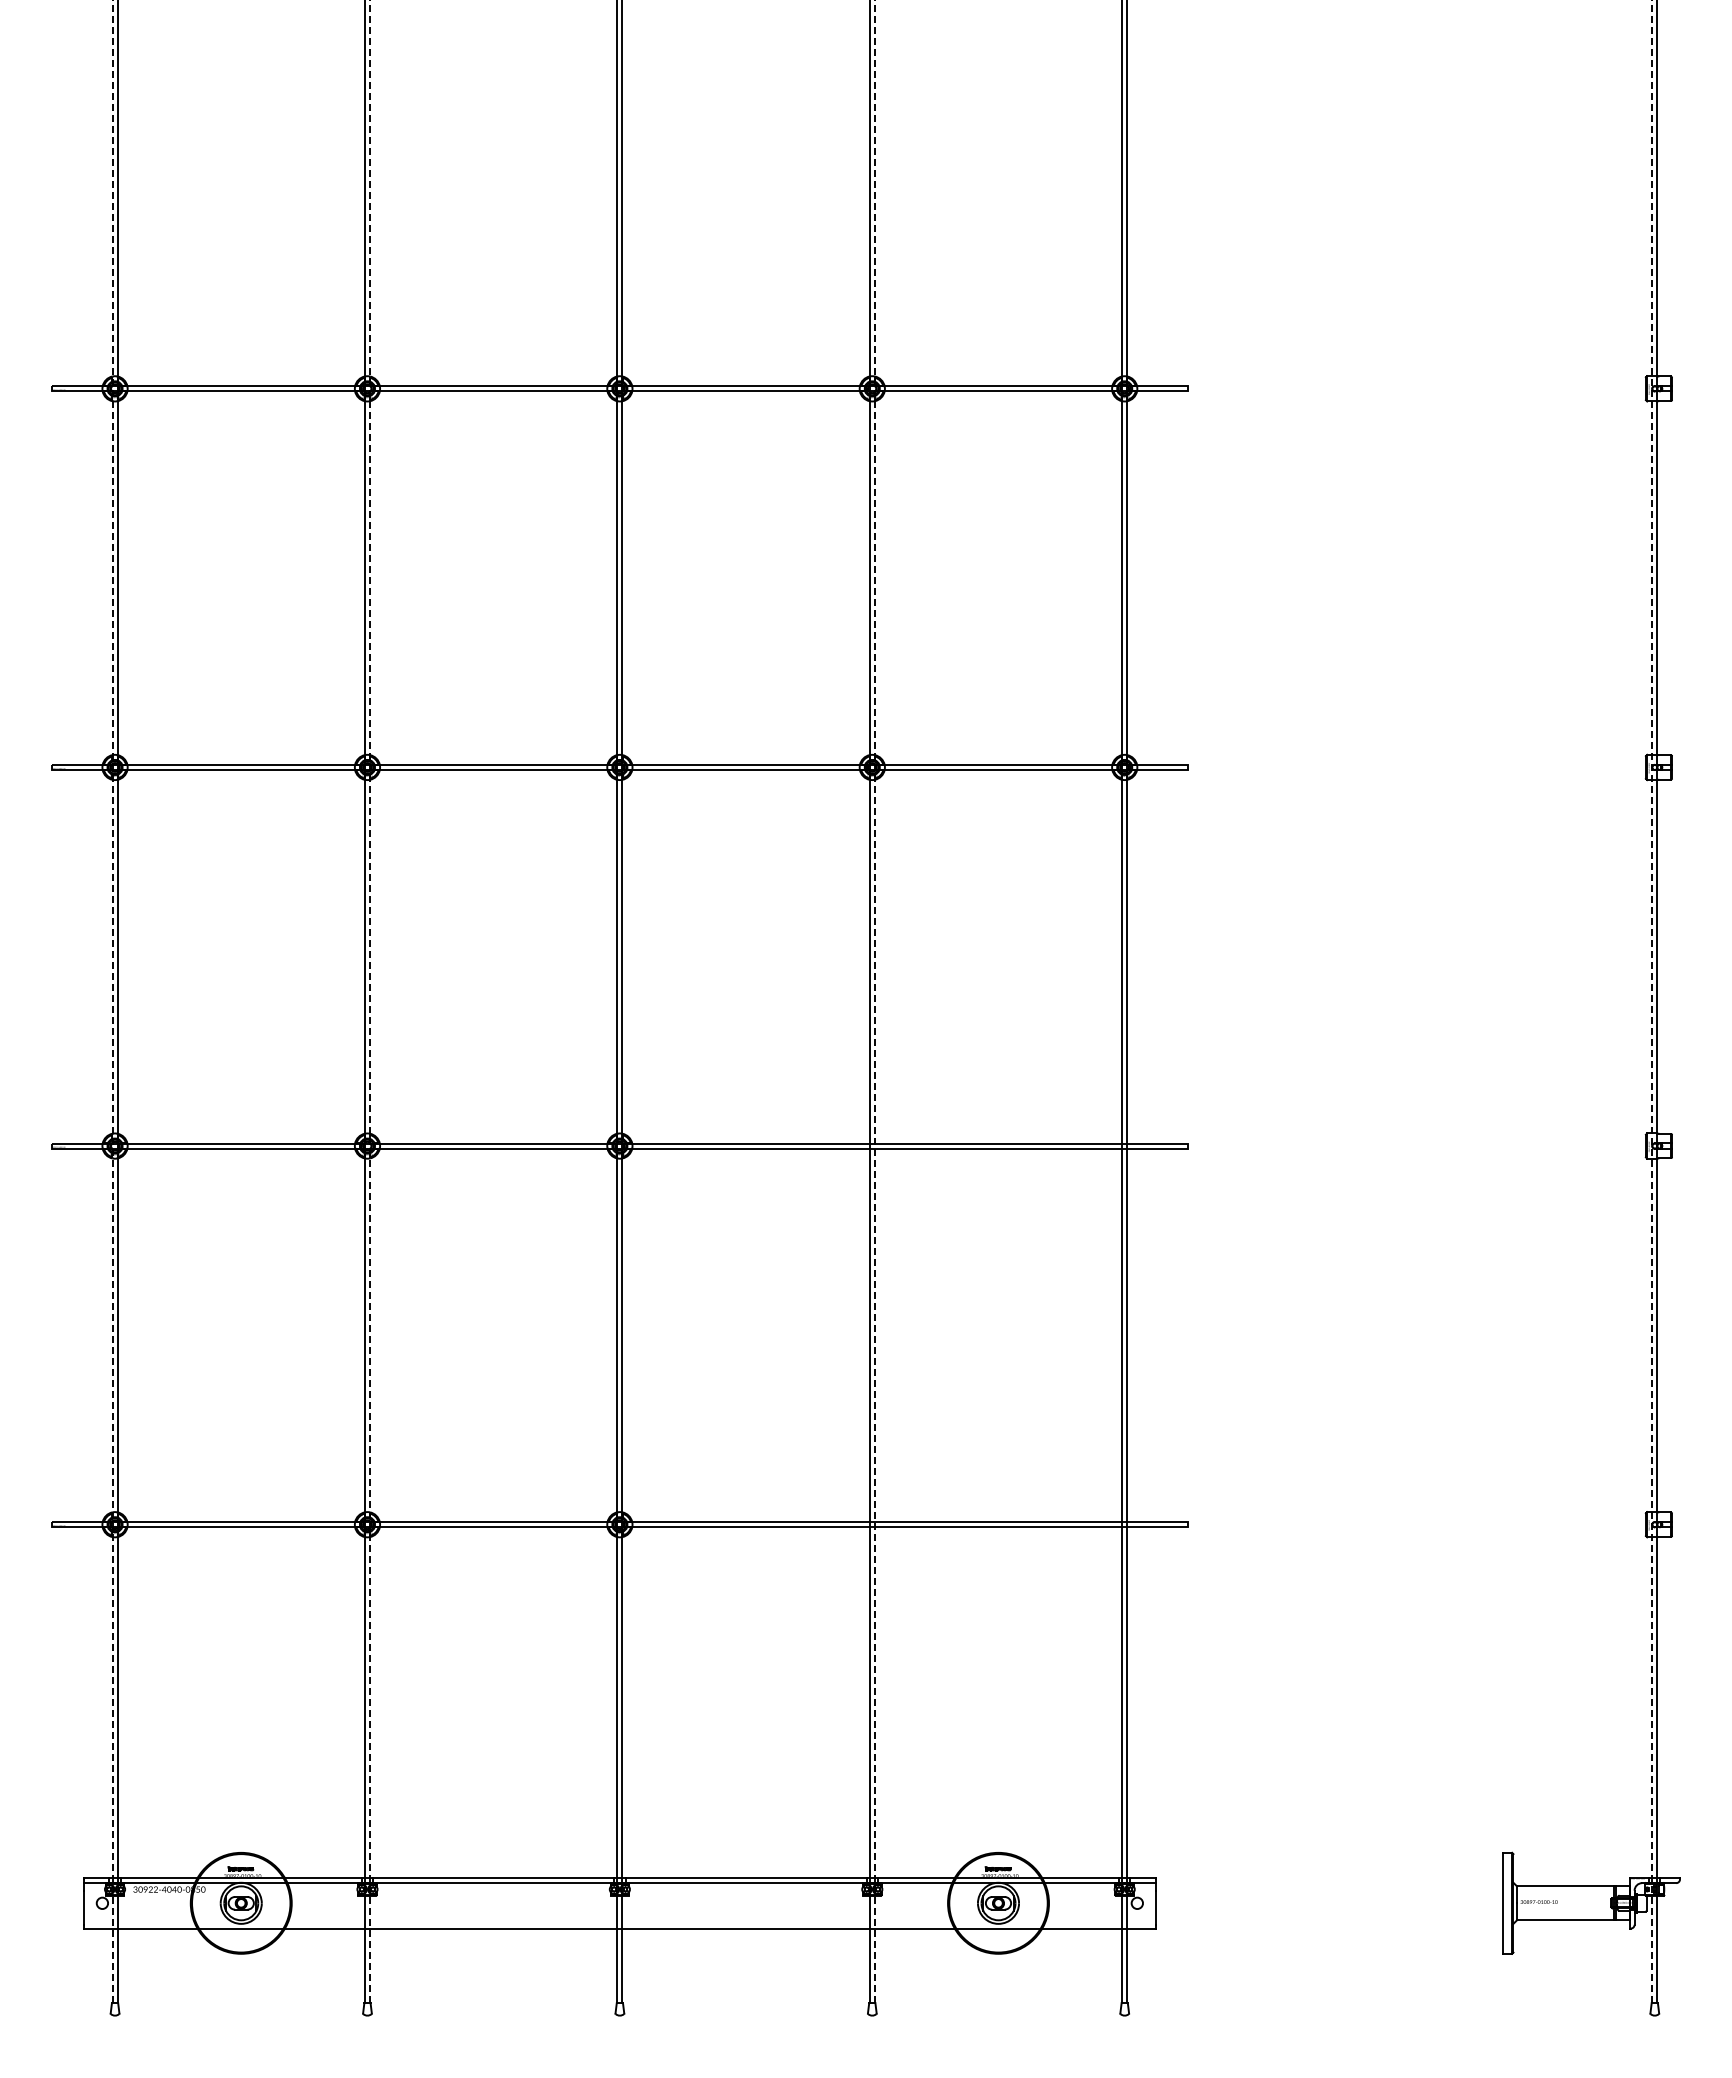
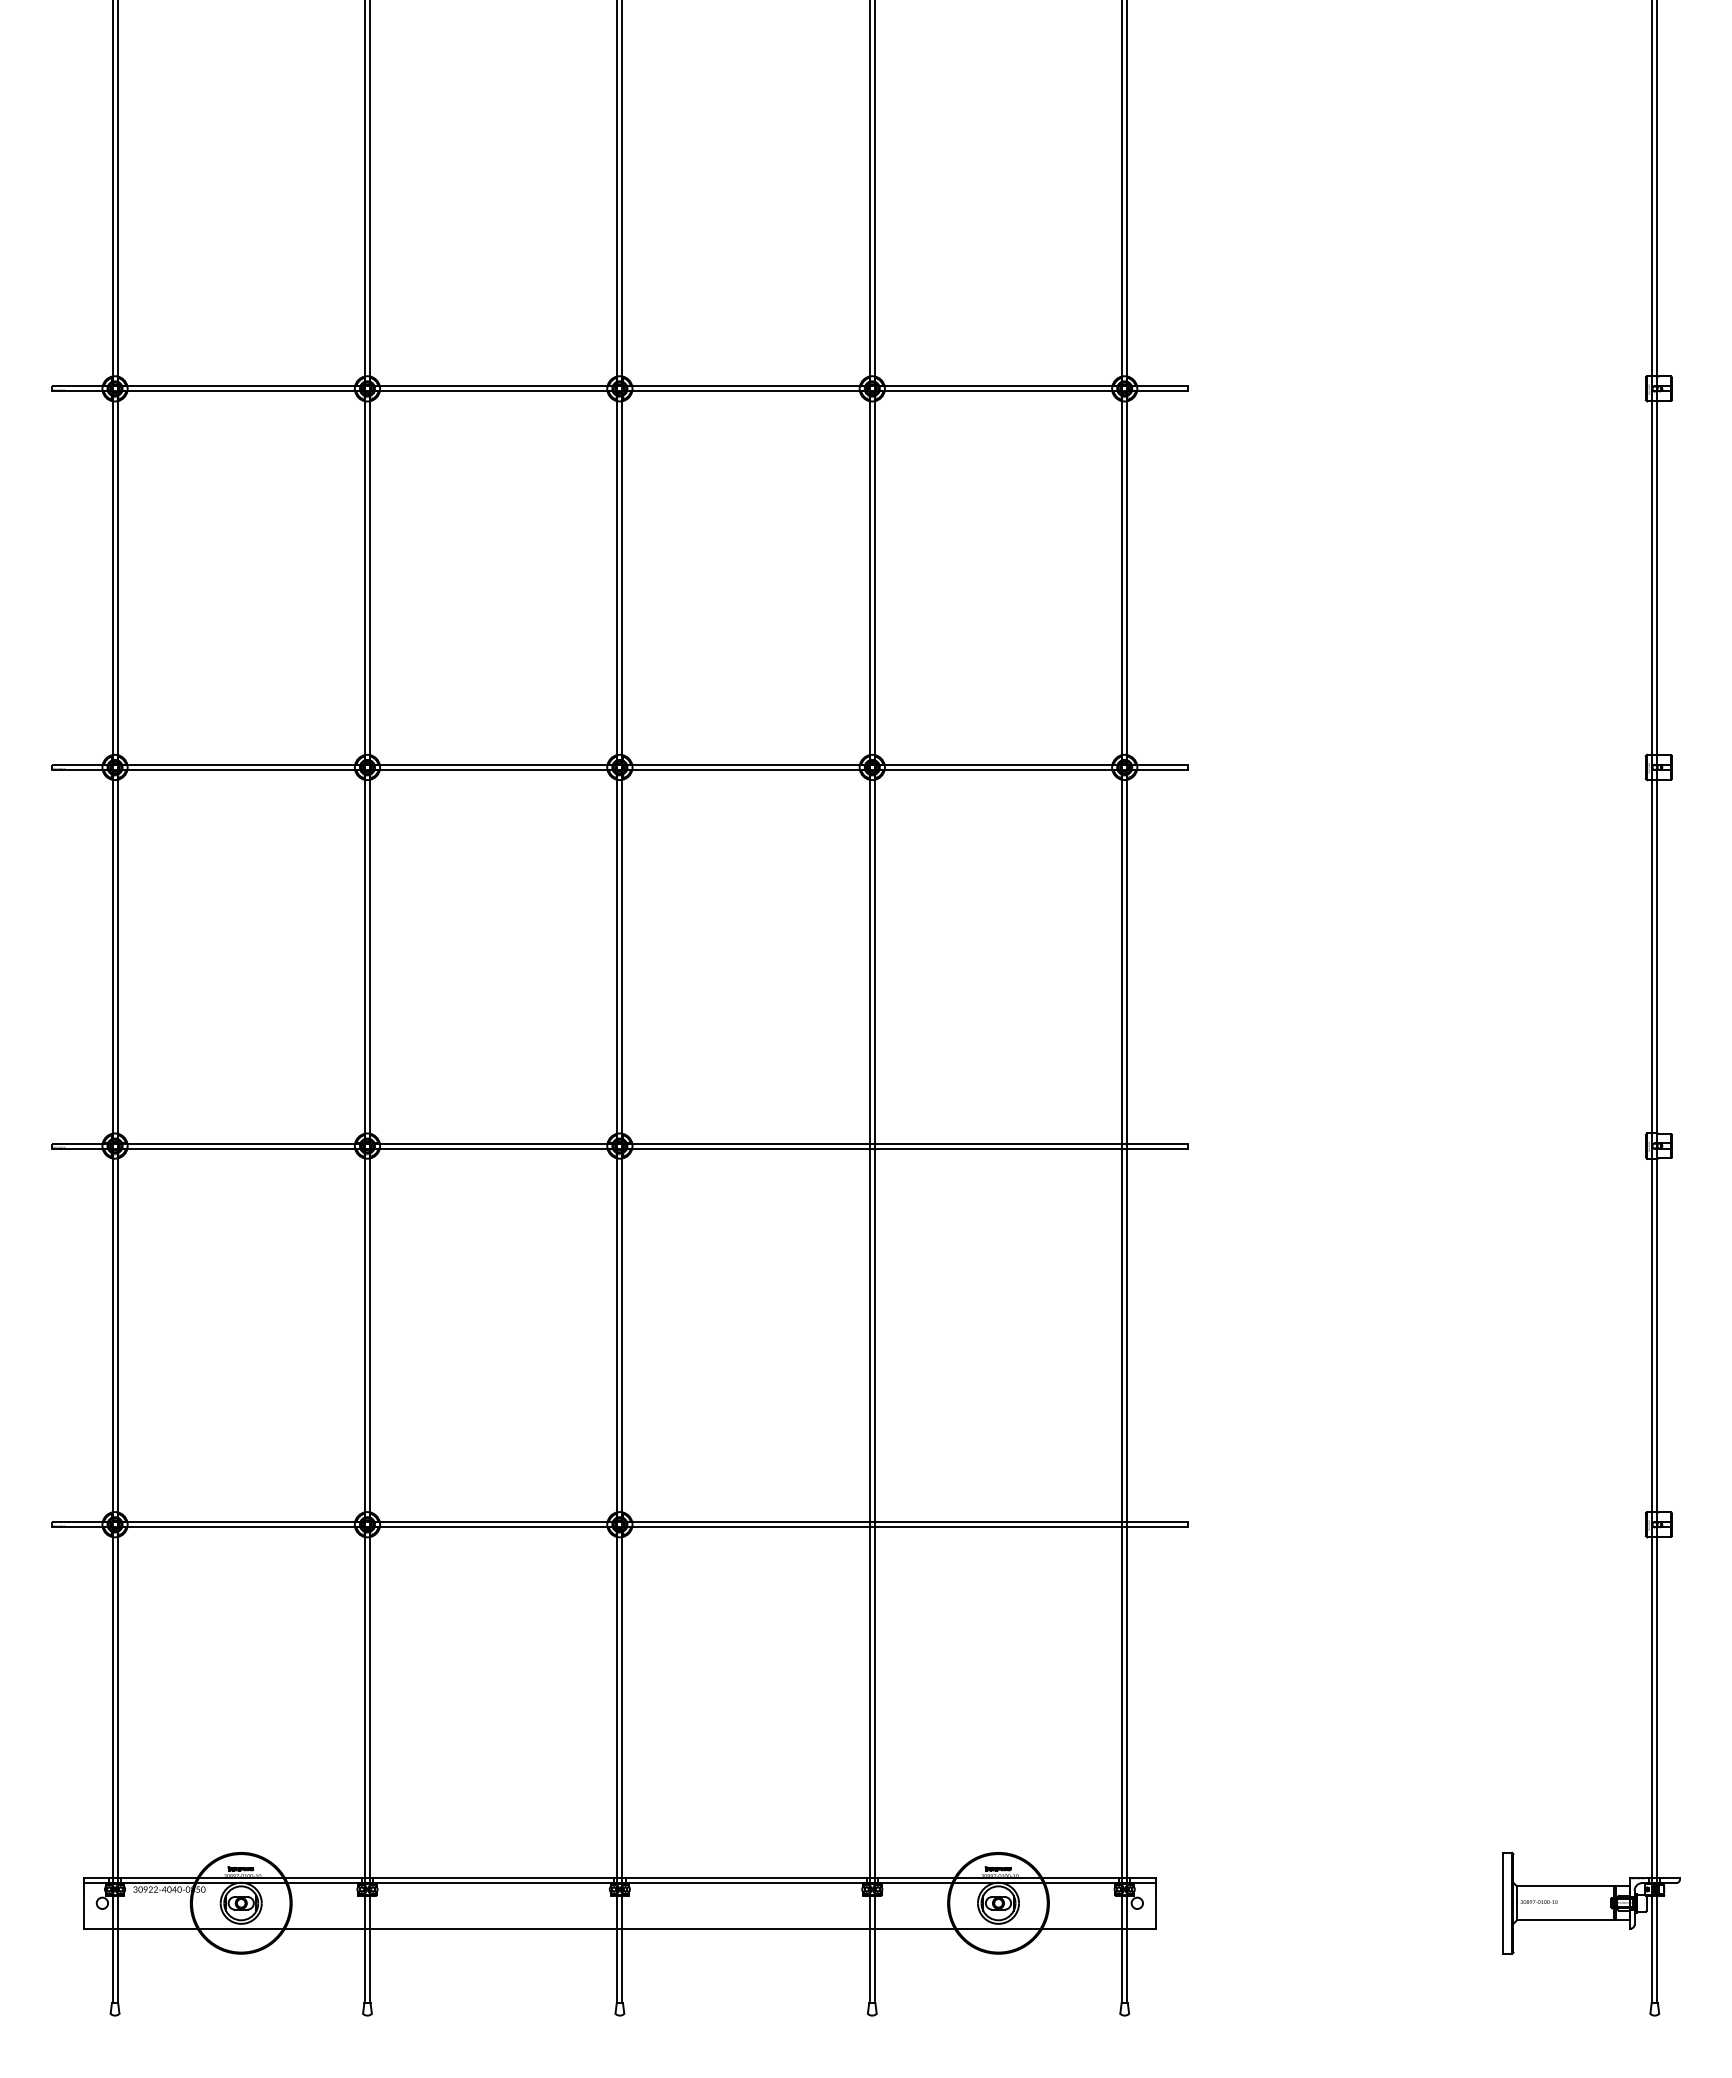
line at (112, 1001): dashed -> solid
line at (370, 1001): dashed -> solid
line at (874, 1001): dashed -> solid
line at (1652, 1001): dashed -> solid
